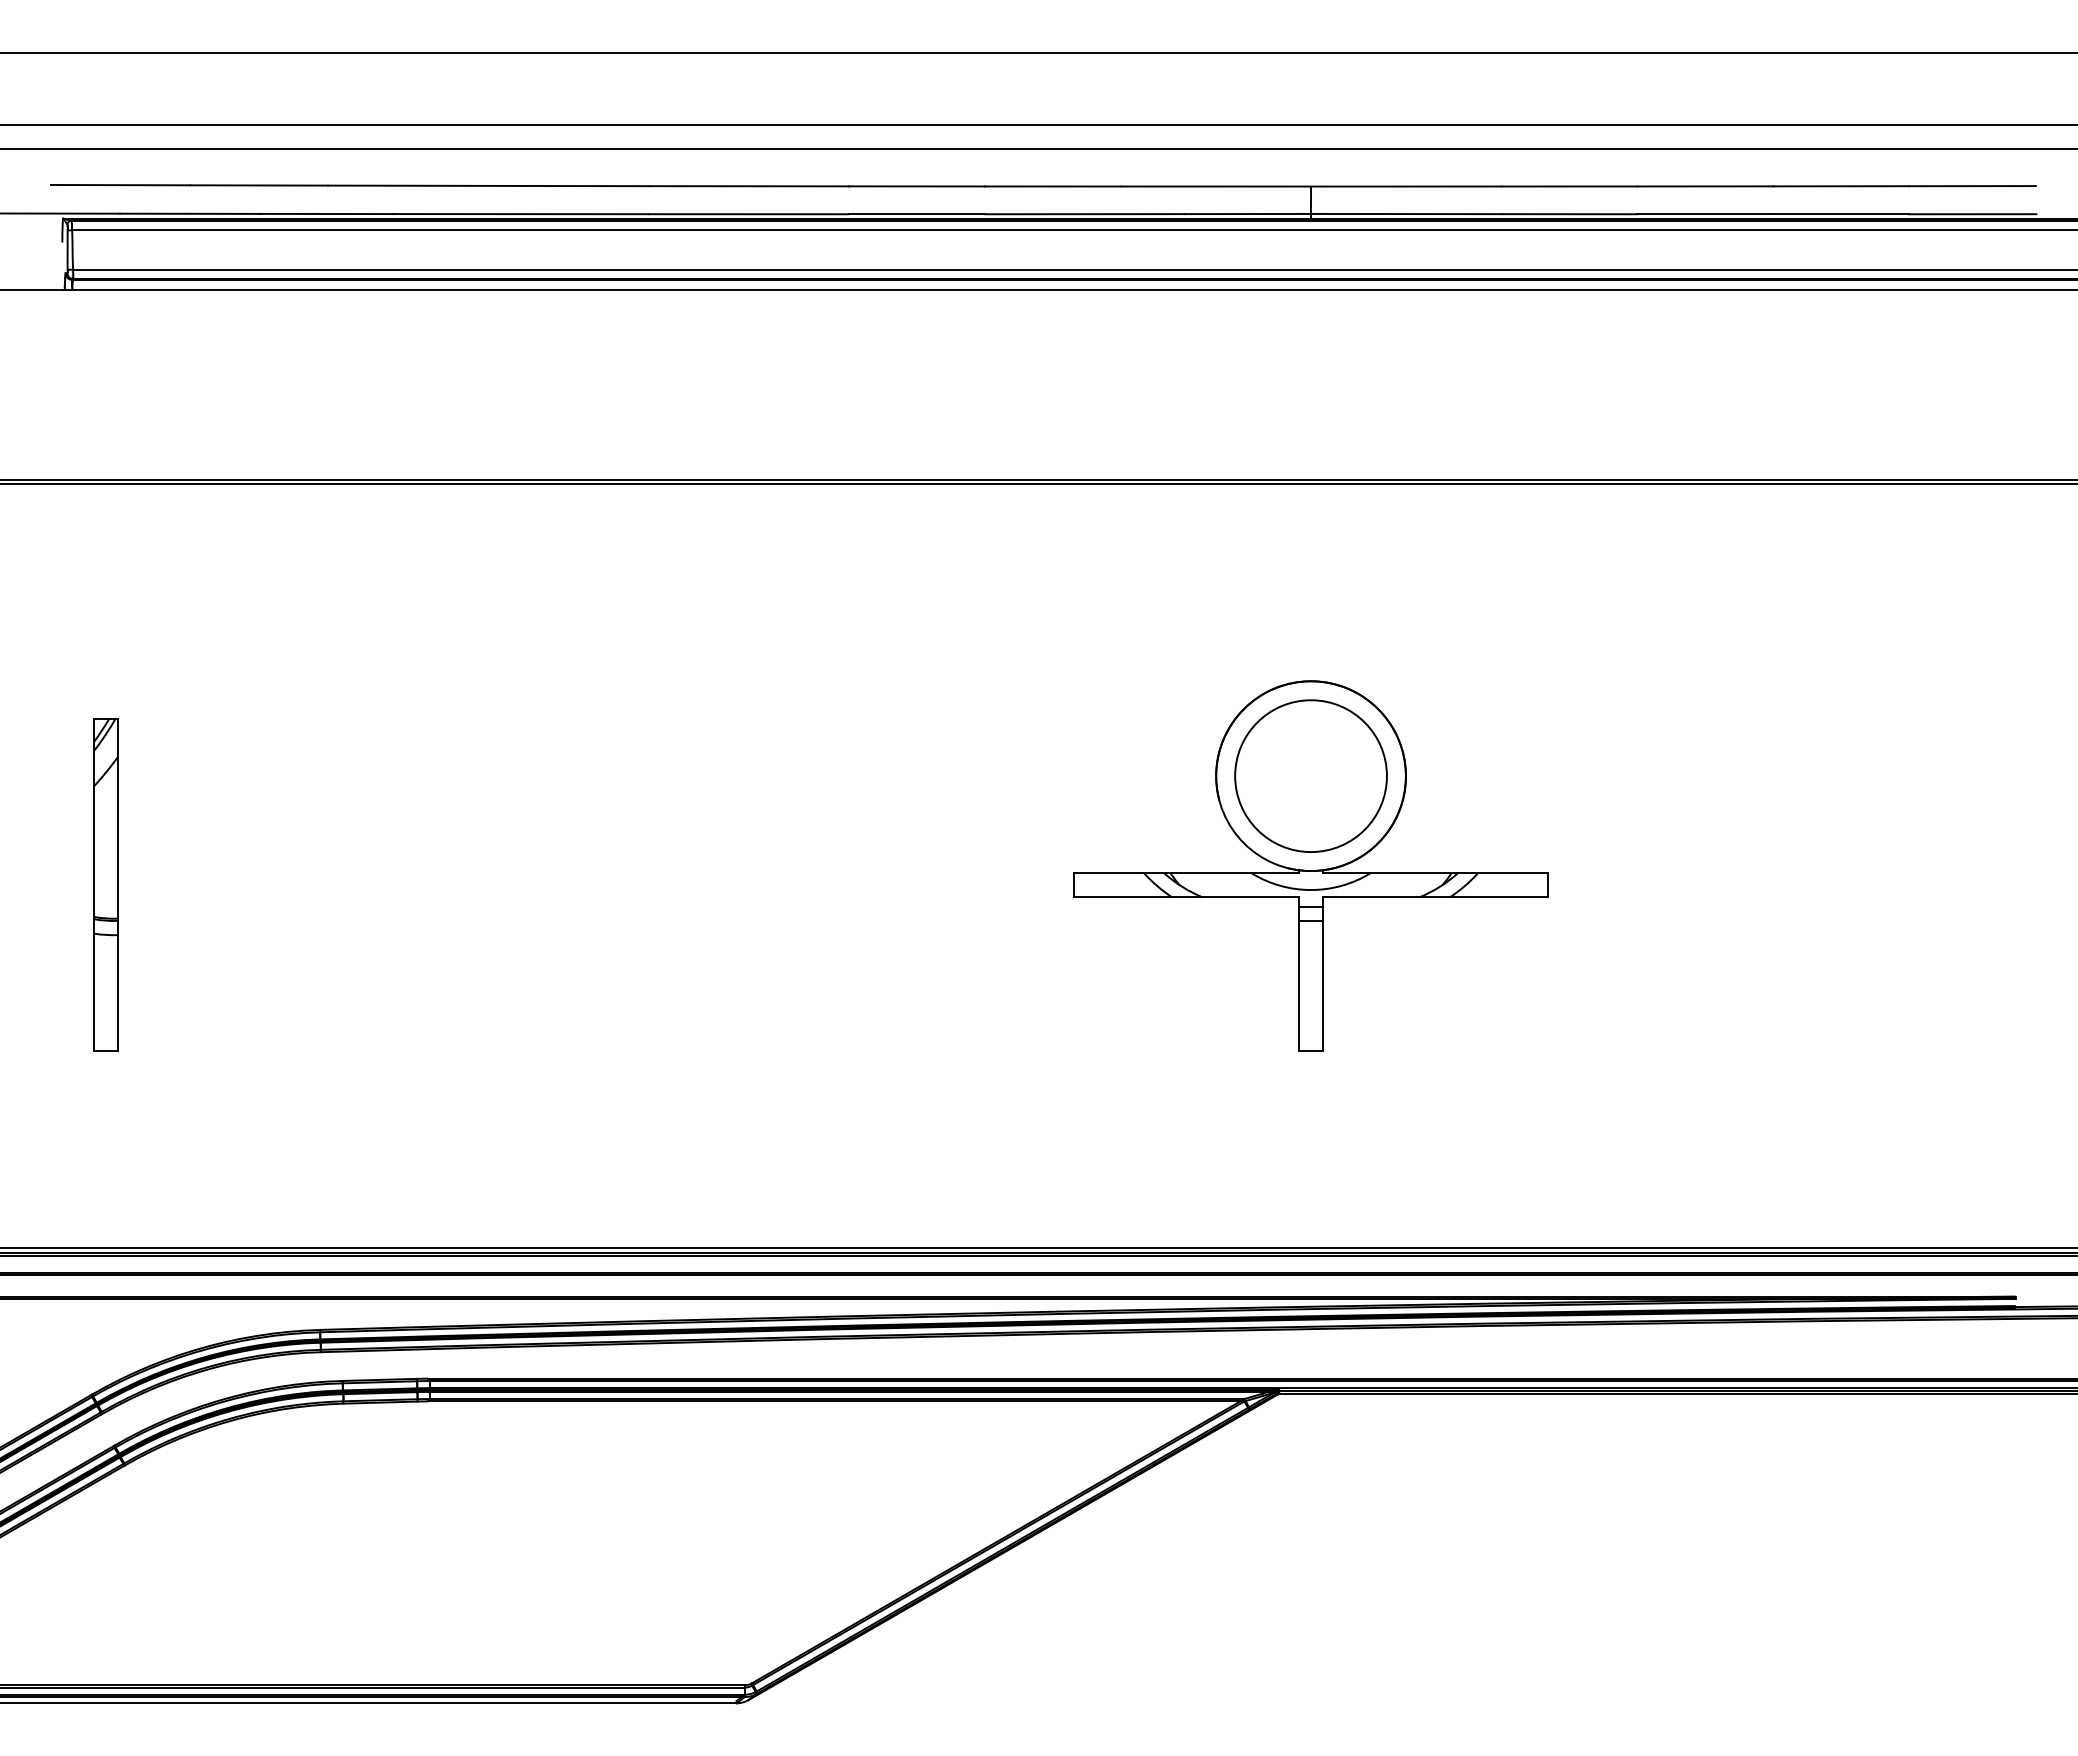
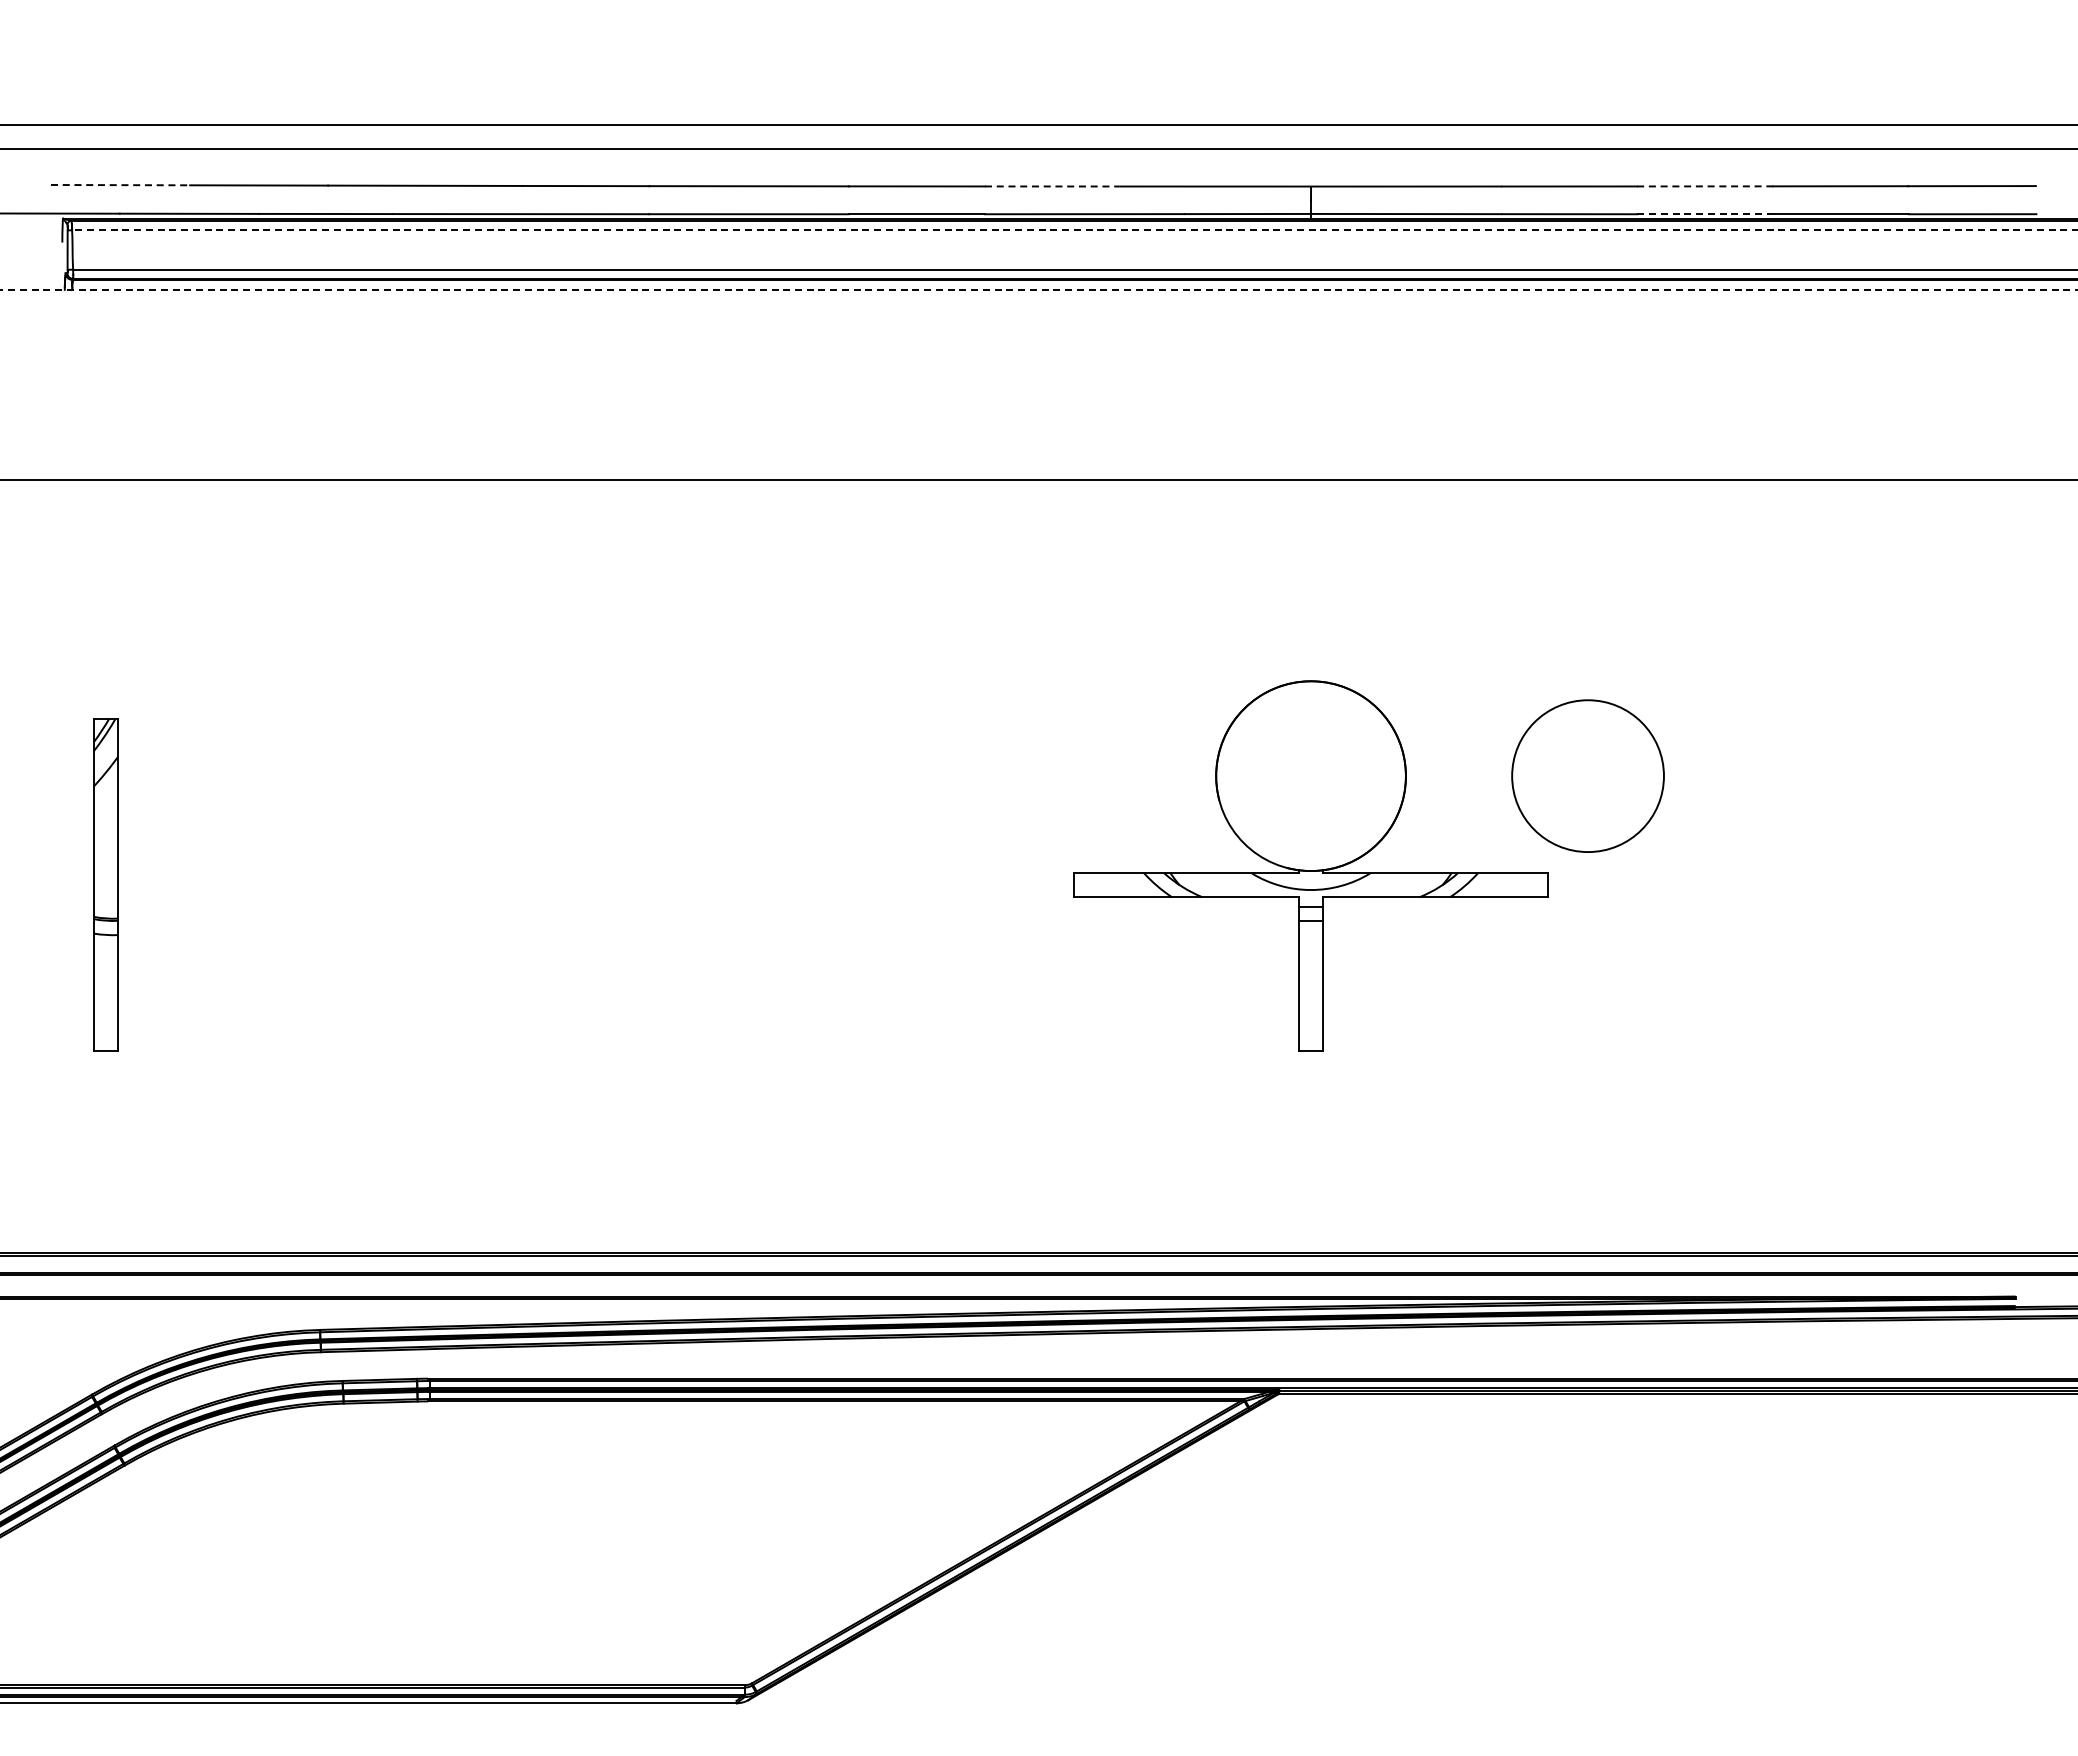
line at (1038, 52): present -> none
line at (120, 185): solid -> dashed
line at (1052, 186): solid -> dashed
line at (1705, 186): solid -> dashed
line at (1705, 214): solid -> dashed
line at (1074, 230): solid -> dashed
line at (1039, 289): solid -> dashed
line at (1038, 484): present -> none
circle at (1310, 775) position: (1310, 775) -> (1587, 775)
line at (1038, 1248): present -> none
